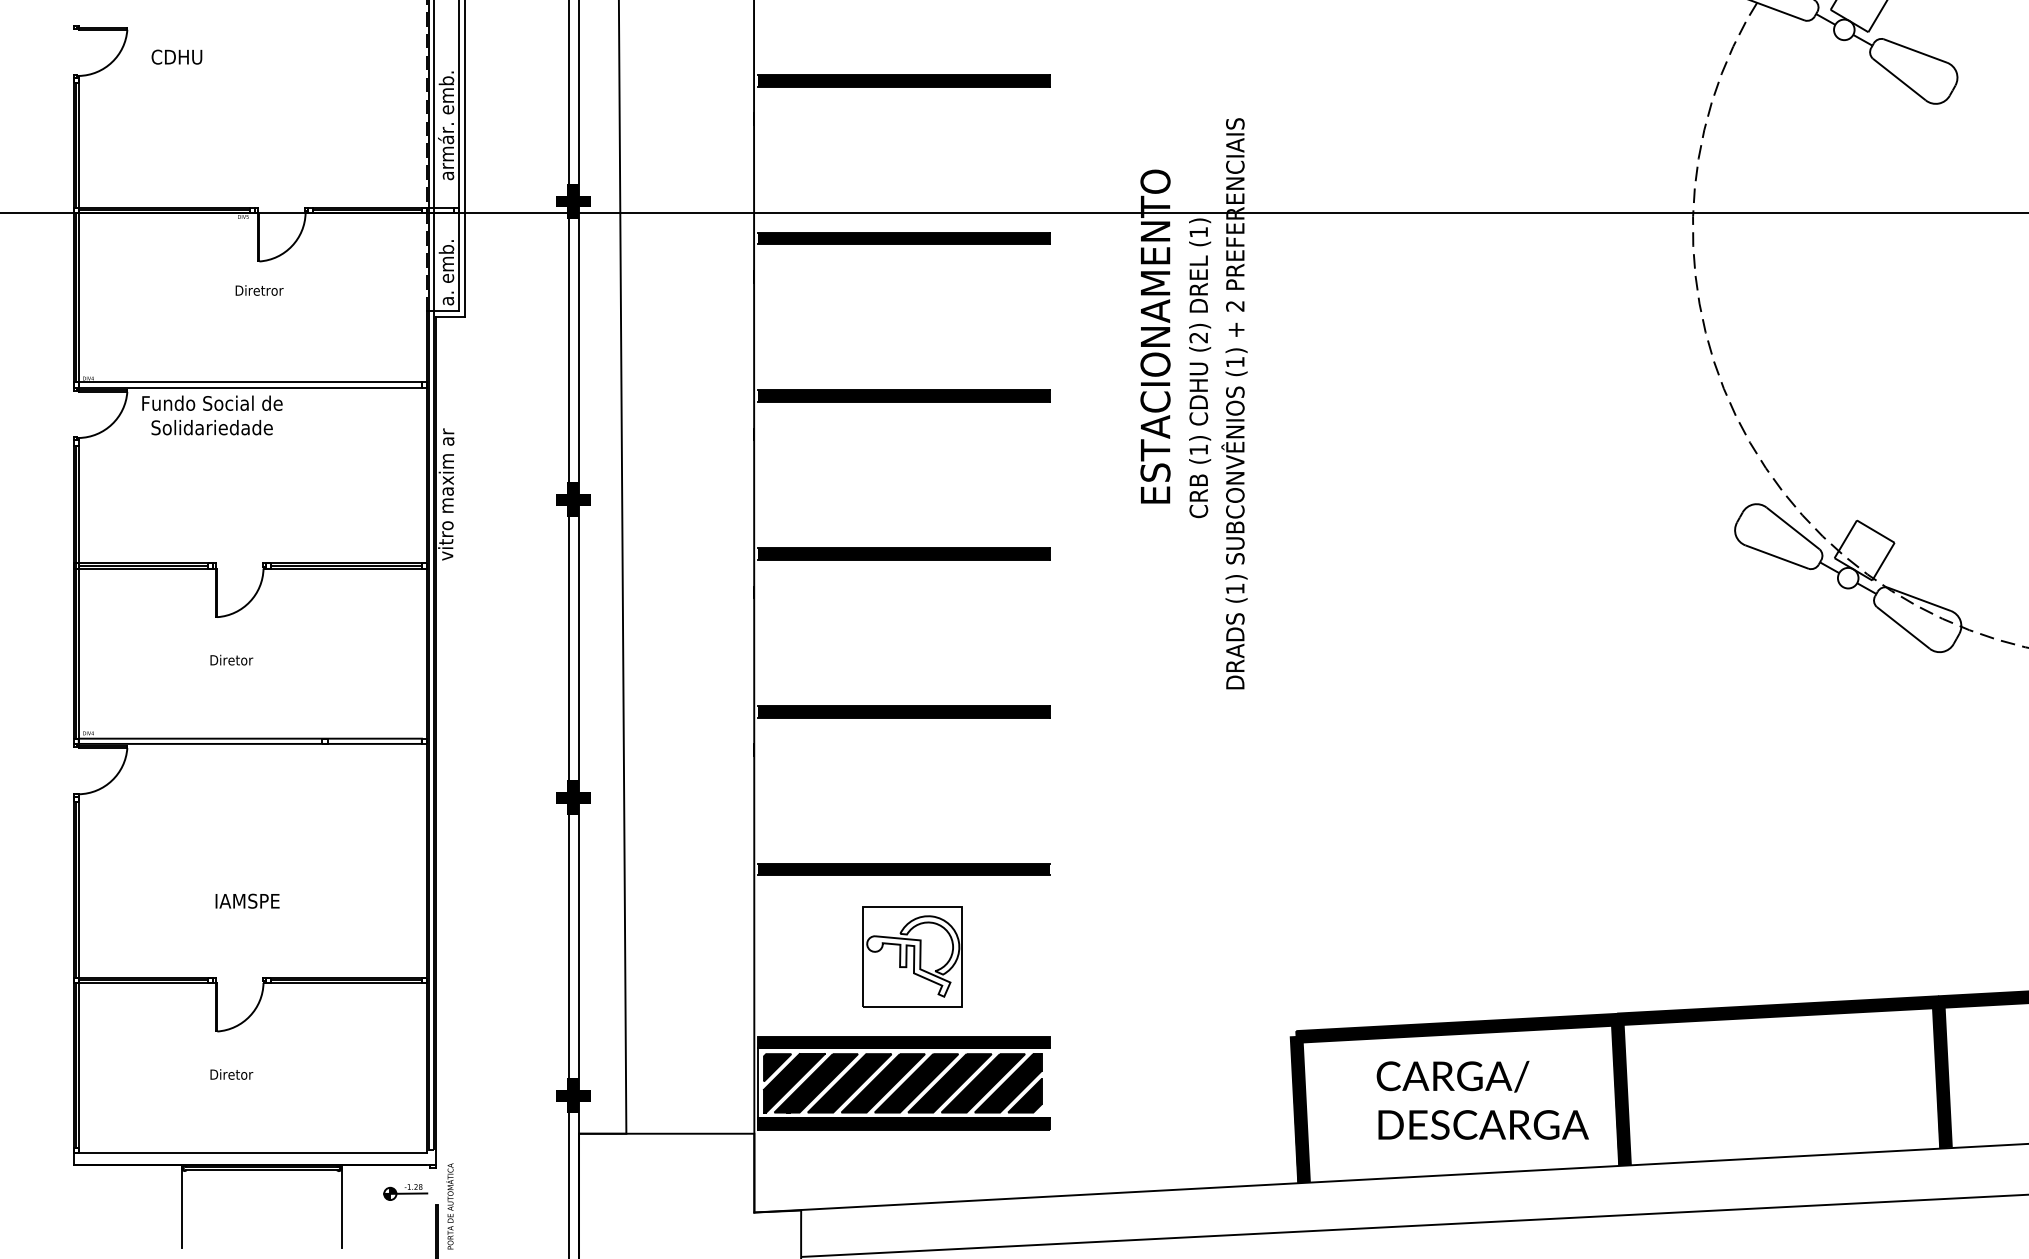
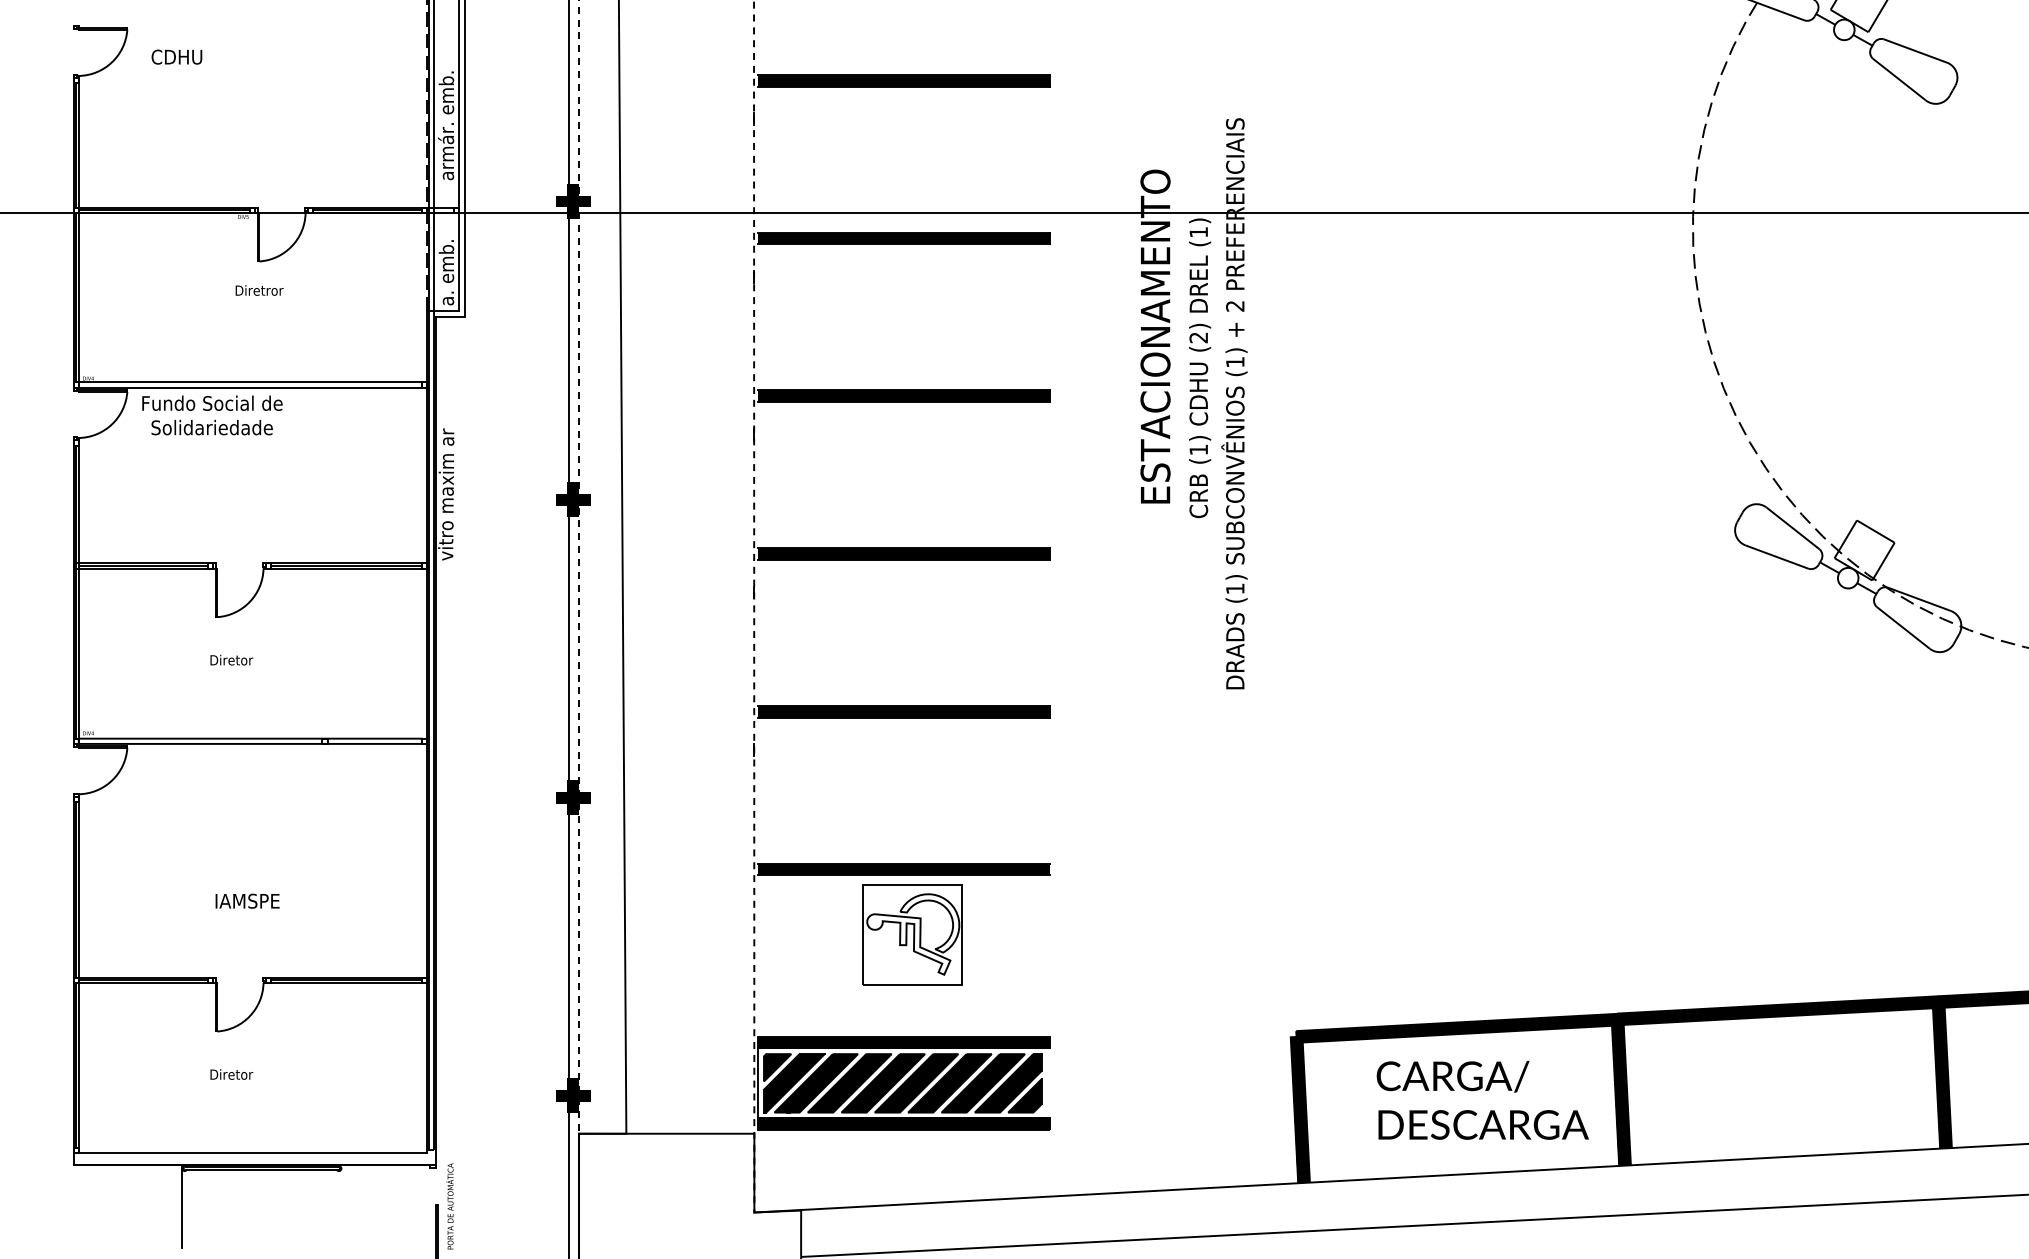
line at (754, 606): solid -> dashed
line at (579, 629): solid -> dashed
part at (912, 956) position: (912, 956) -> (912, 934)
part at (405, 1192): present -> none
line at (342, 1205): present -> none
